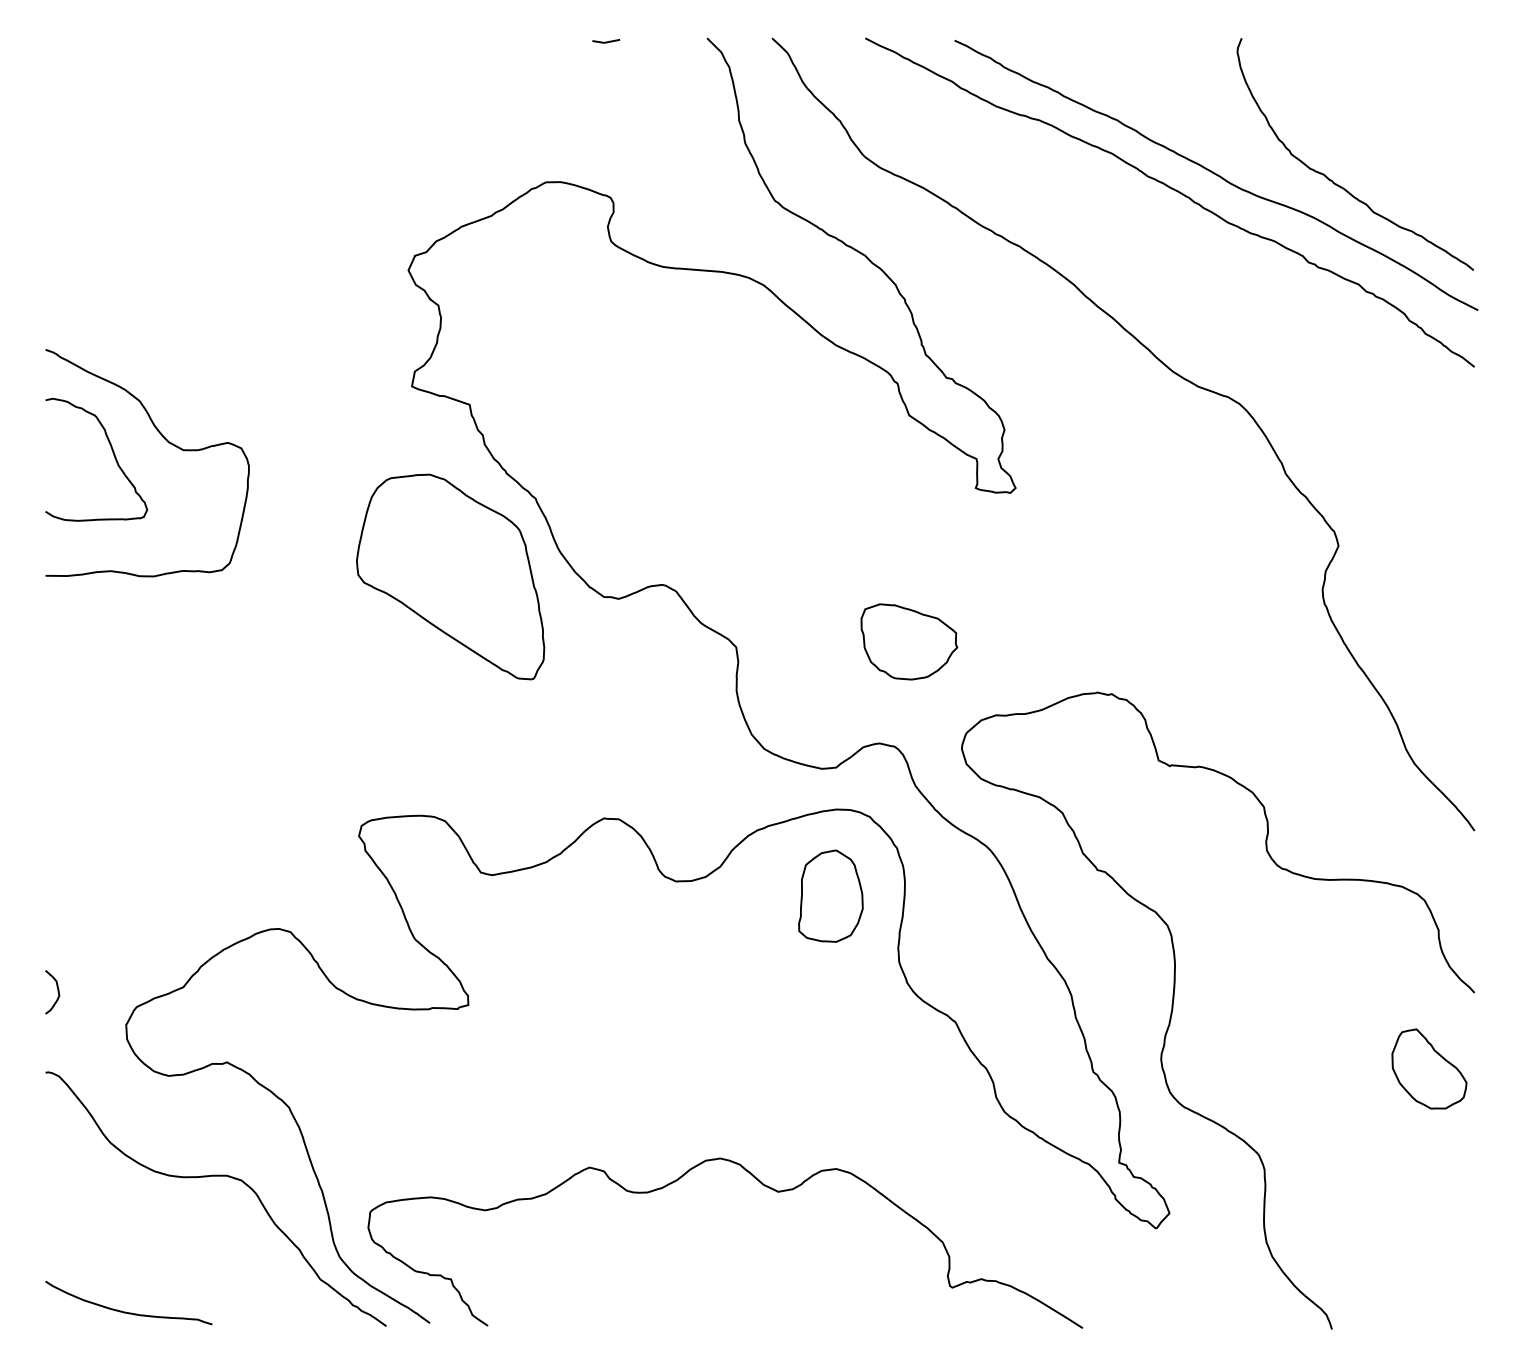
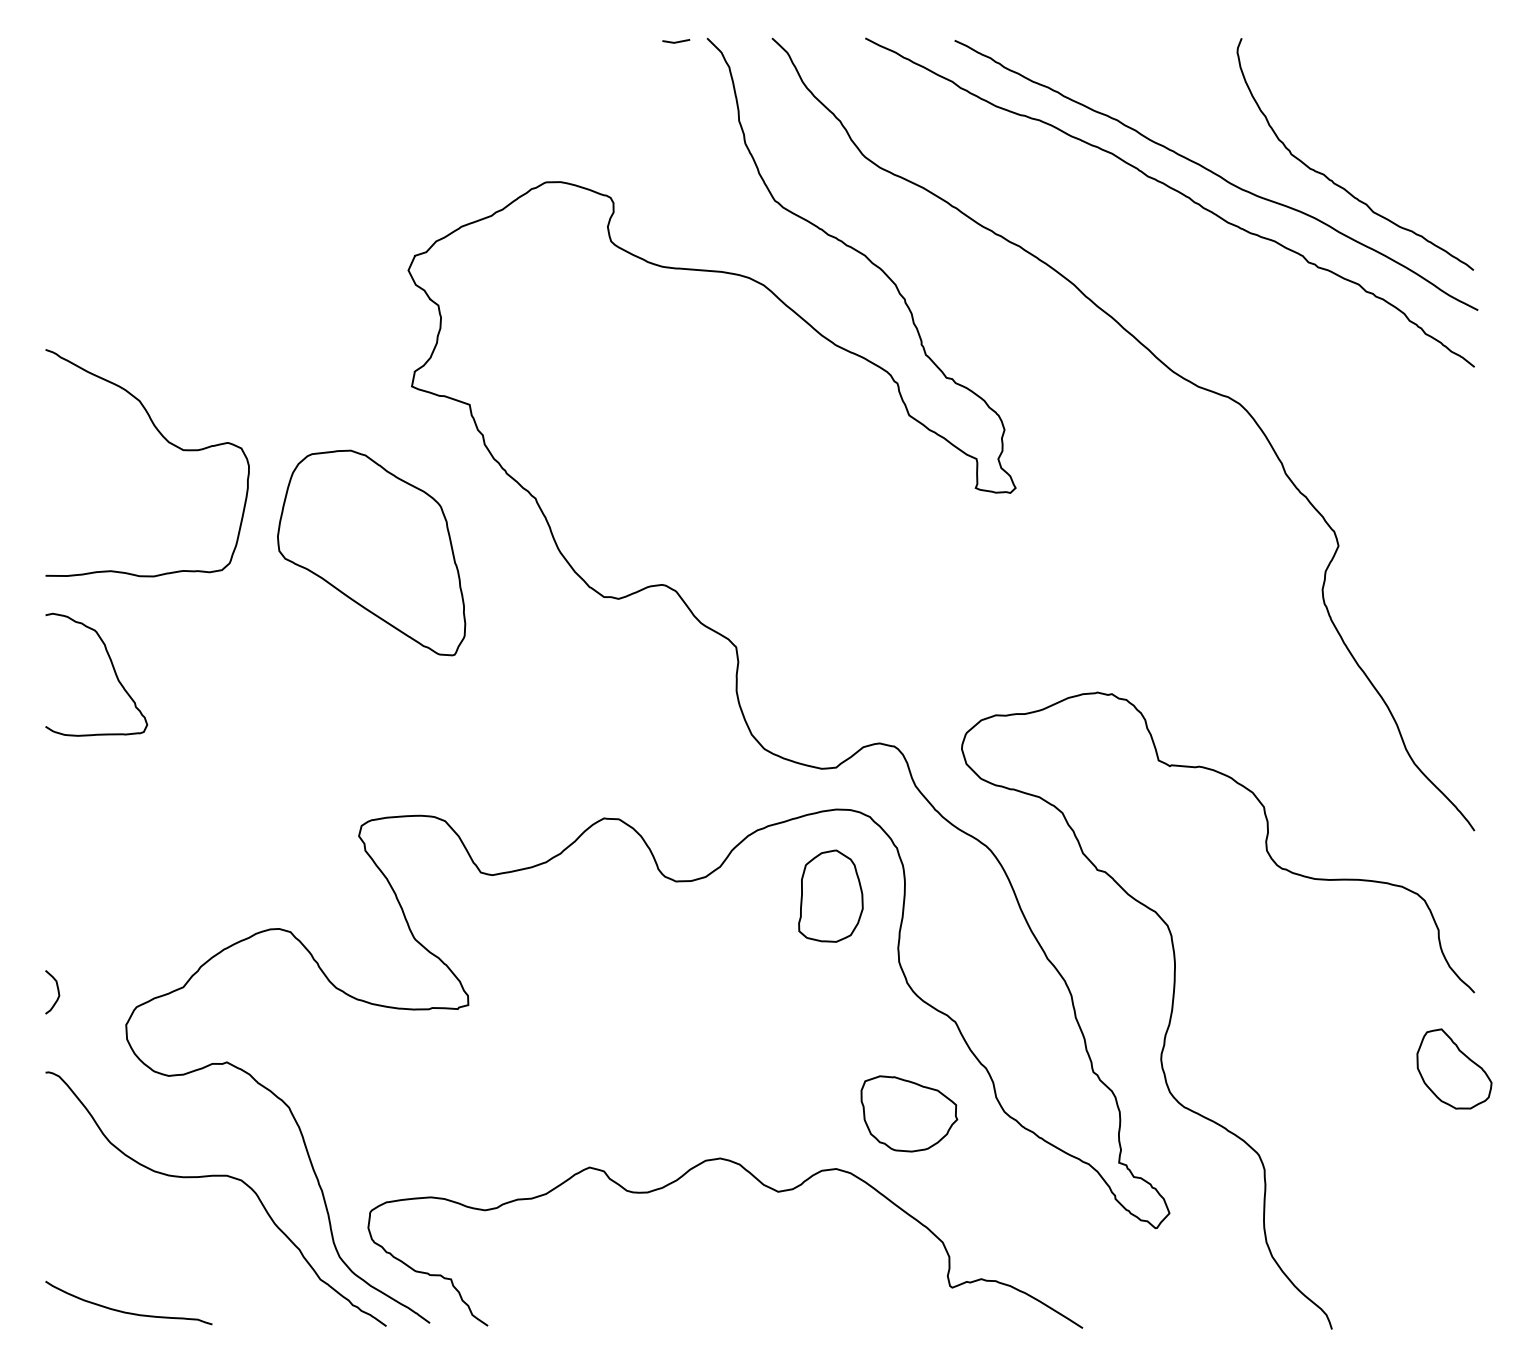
line at (606, 41) position: (606, 41) -> (676, 41)
curve at (112, 452) position: (112, 452) -> (112, 667)
part at (450, 576) position: (450, 576) -> (371, 552)
part at (909, 641) position: (909, 641) -> (909, 1113)
part at (1429, 1068) position: (1429, 1068) -> (1454, 1068)
